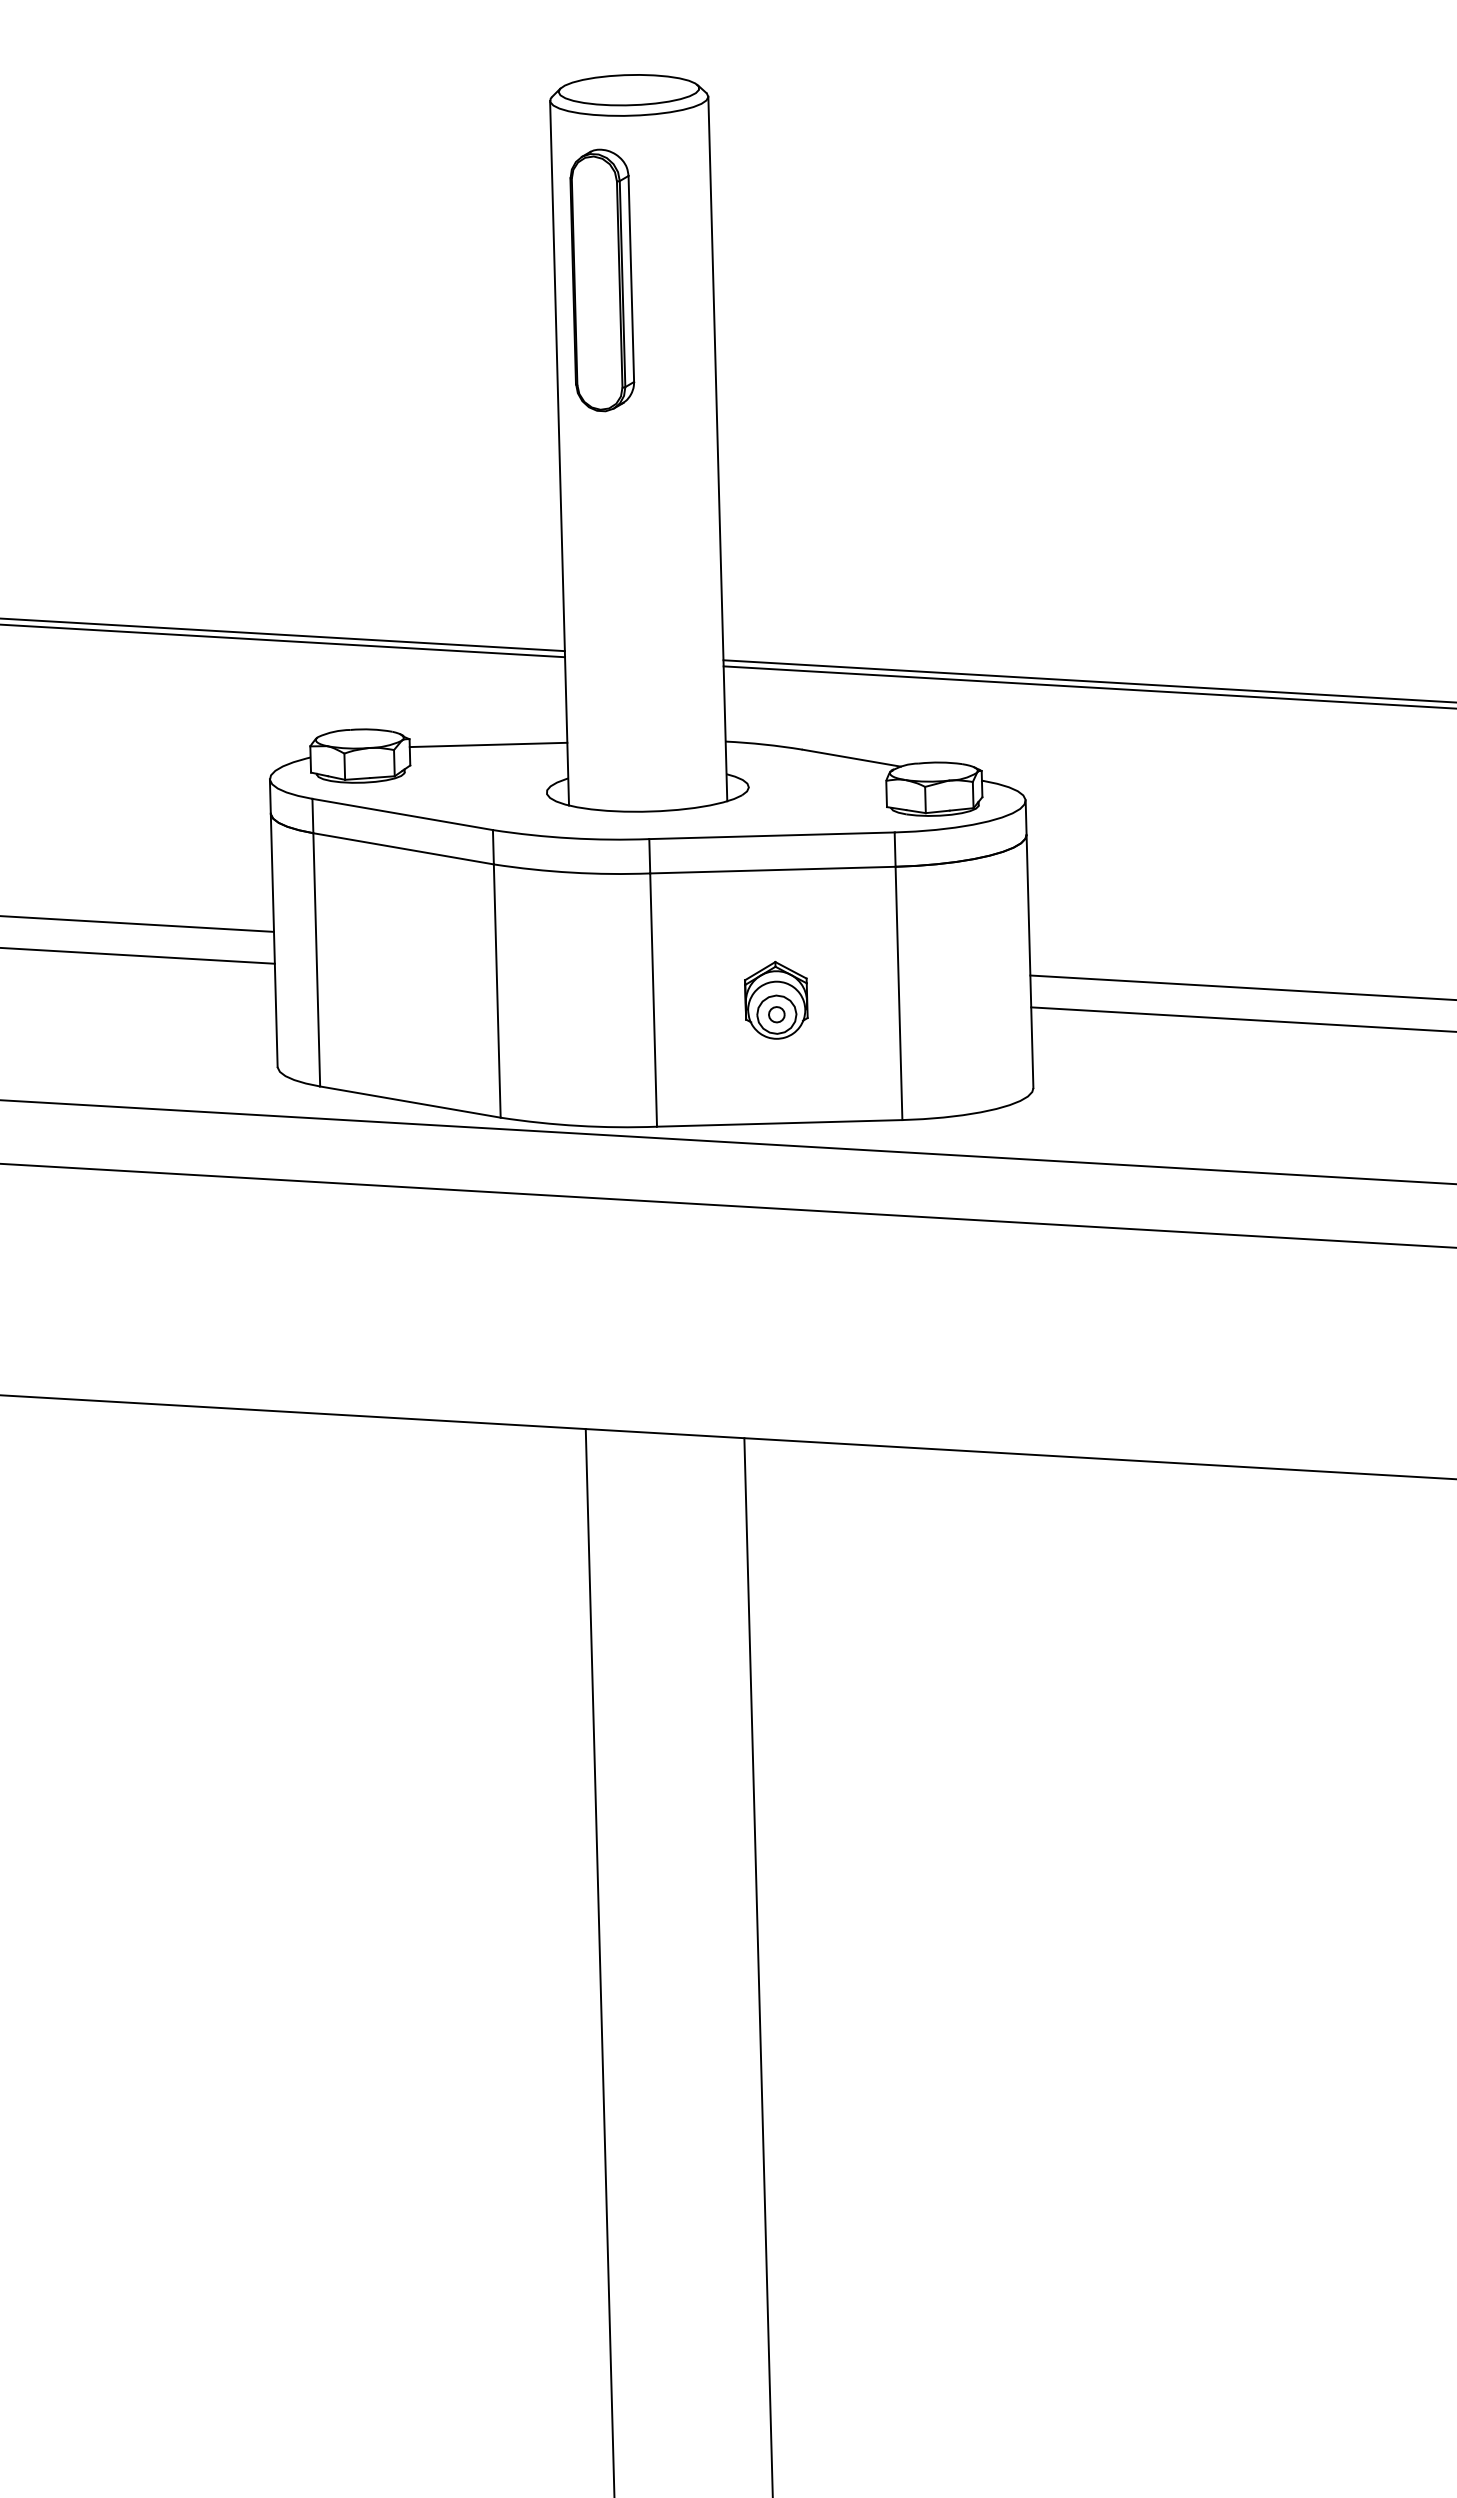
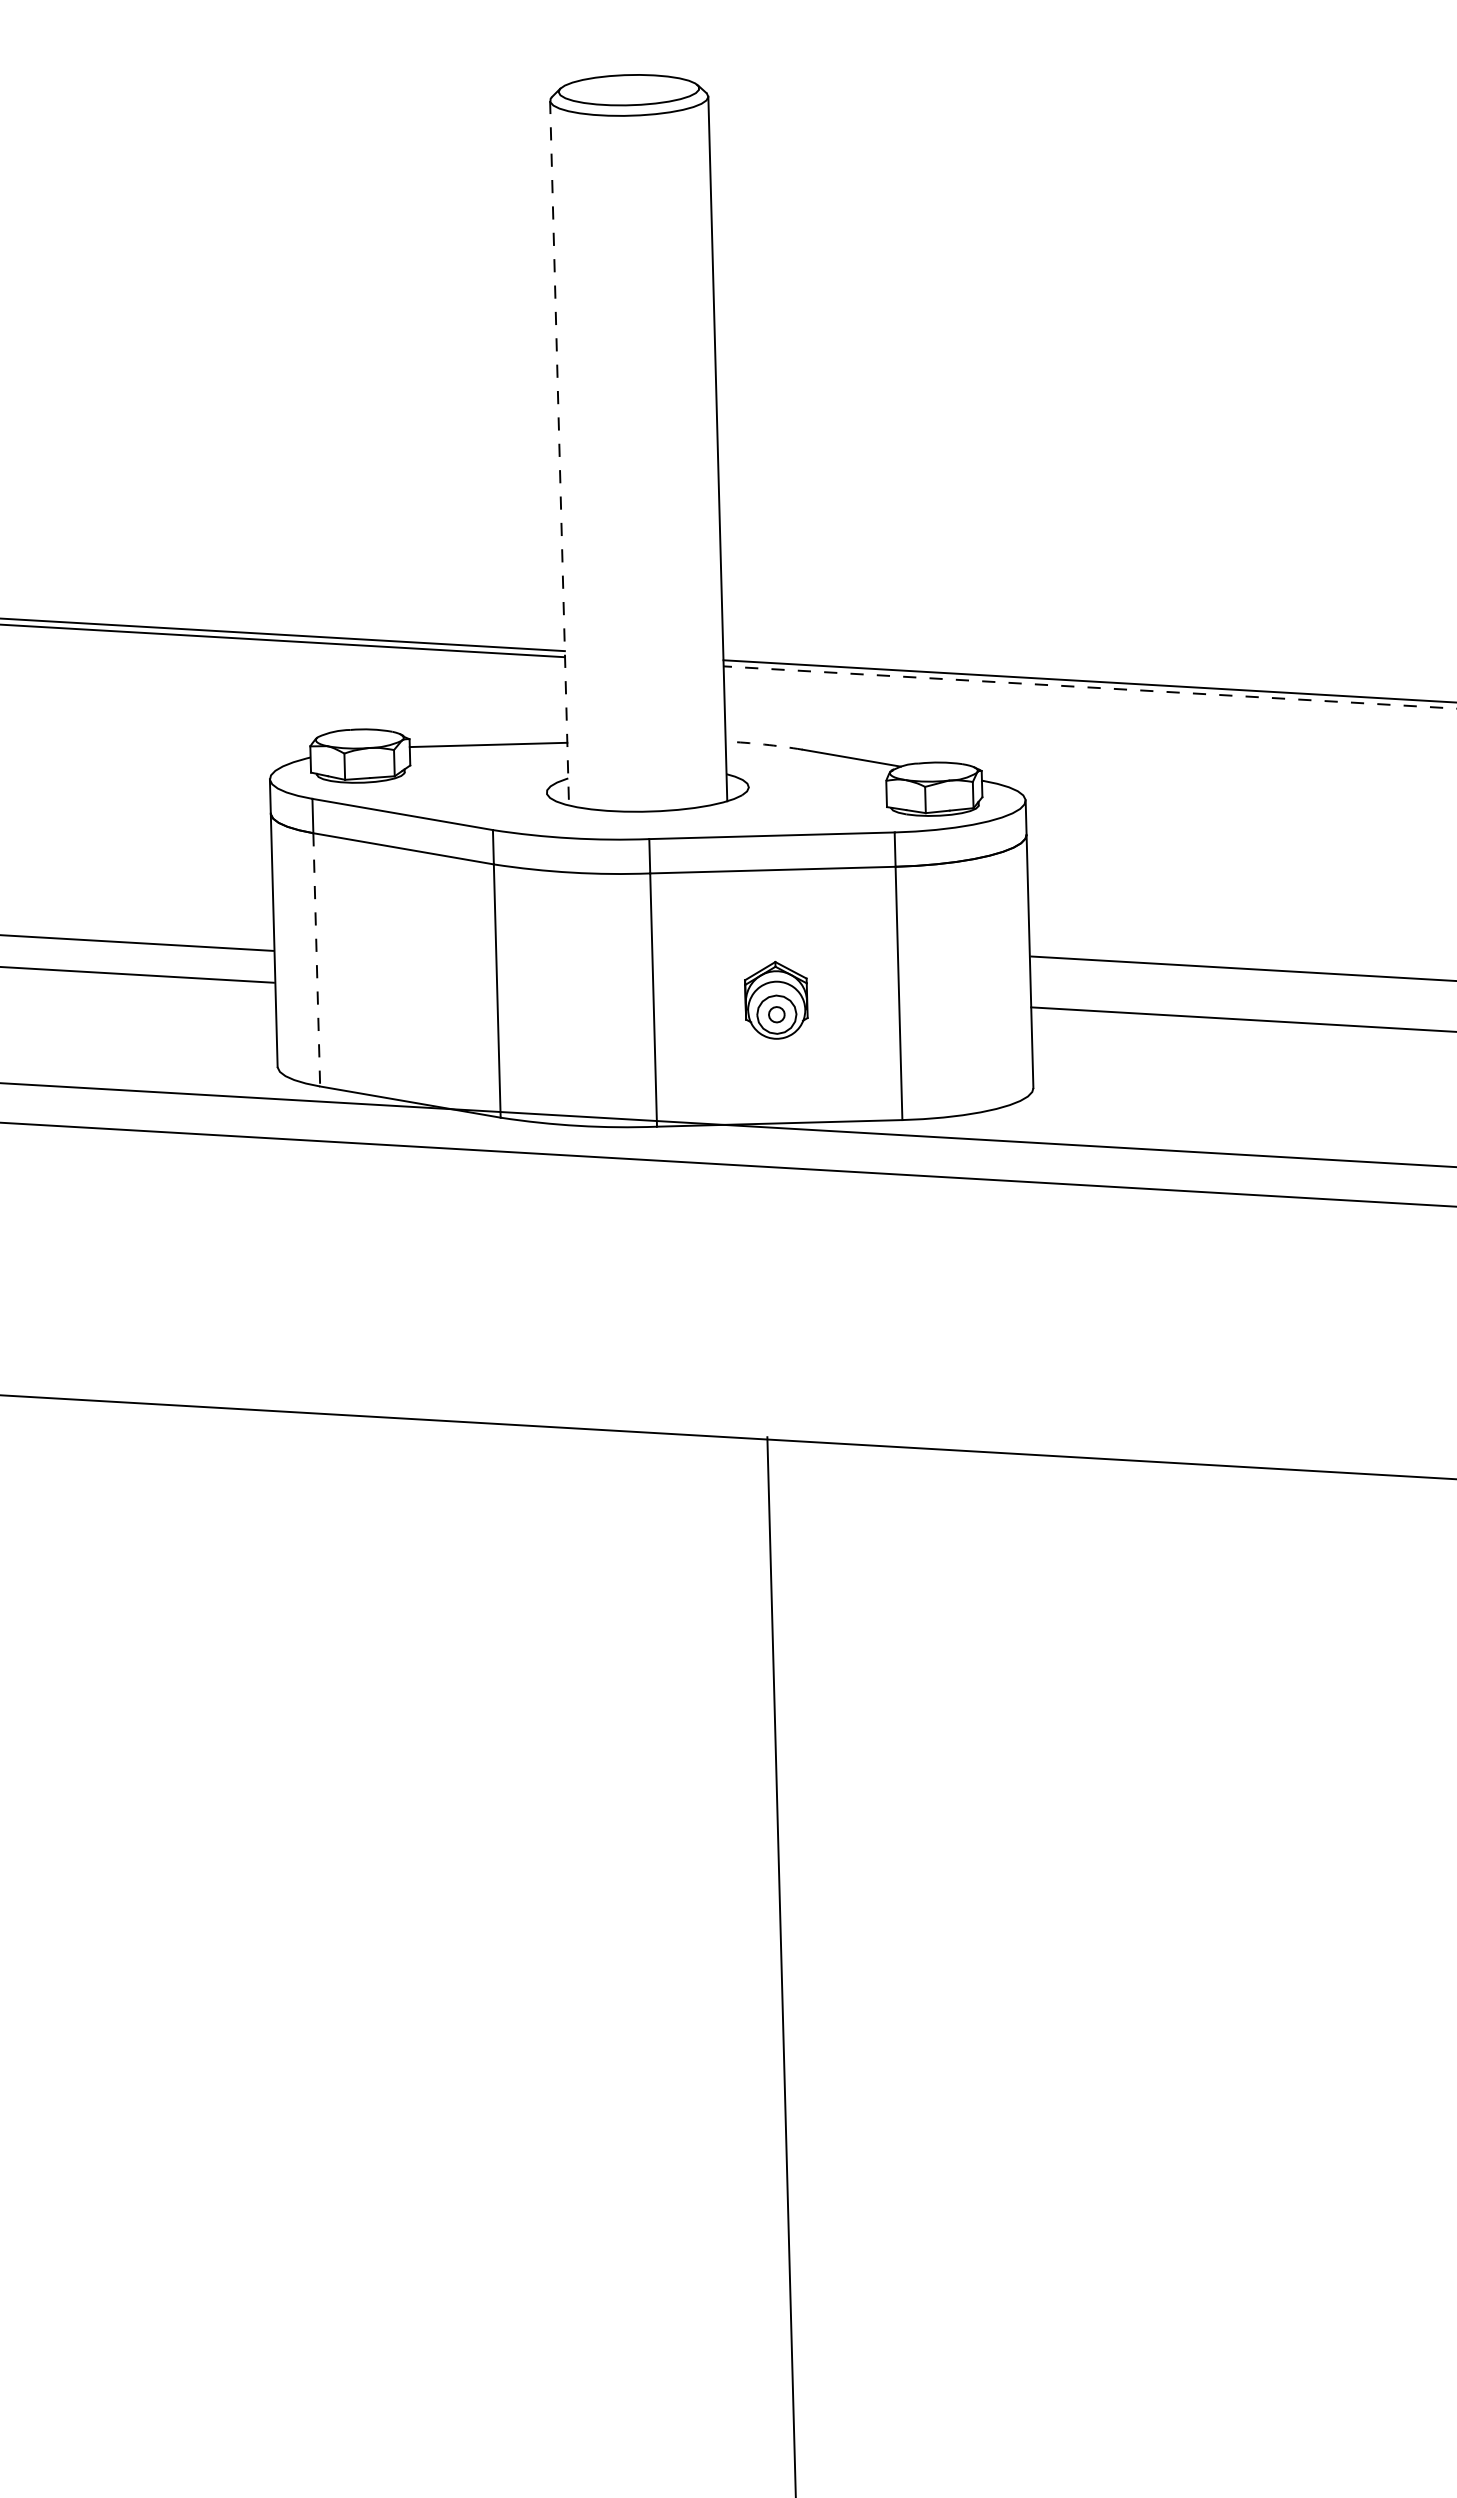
part at (602, 280): present -> none
line at (559, 453): solid -> dashed
line at (1090, 687): solid -> dashed
arc at (764, 744): solid -> dashed
line at (138, 923) position: (138, 923) -> (137, 942)
line at (138, 955) position: (138, 955) -> (137, 974)
line at (316, 959): solid -> dashed
line at (1241, 987) position: (1241, 987) -> (1242, 968)
line at (727, 1142) position: (727, 1142) -> (727, 1124)
line at (727, 1205) position: (727, 1205) -> (727, 1164)
line at (599, 1961): present -> none
line at (758, 1966) position: (758, 1966) -> (781, 1965)
